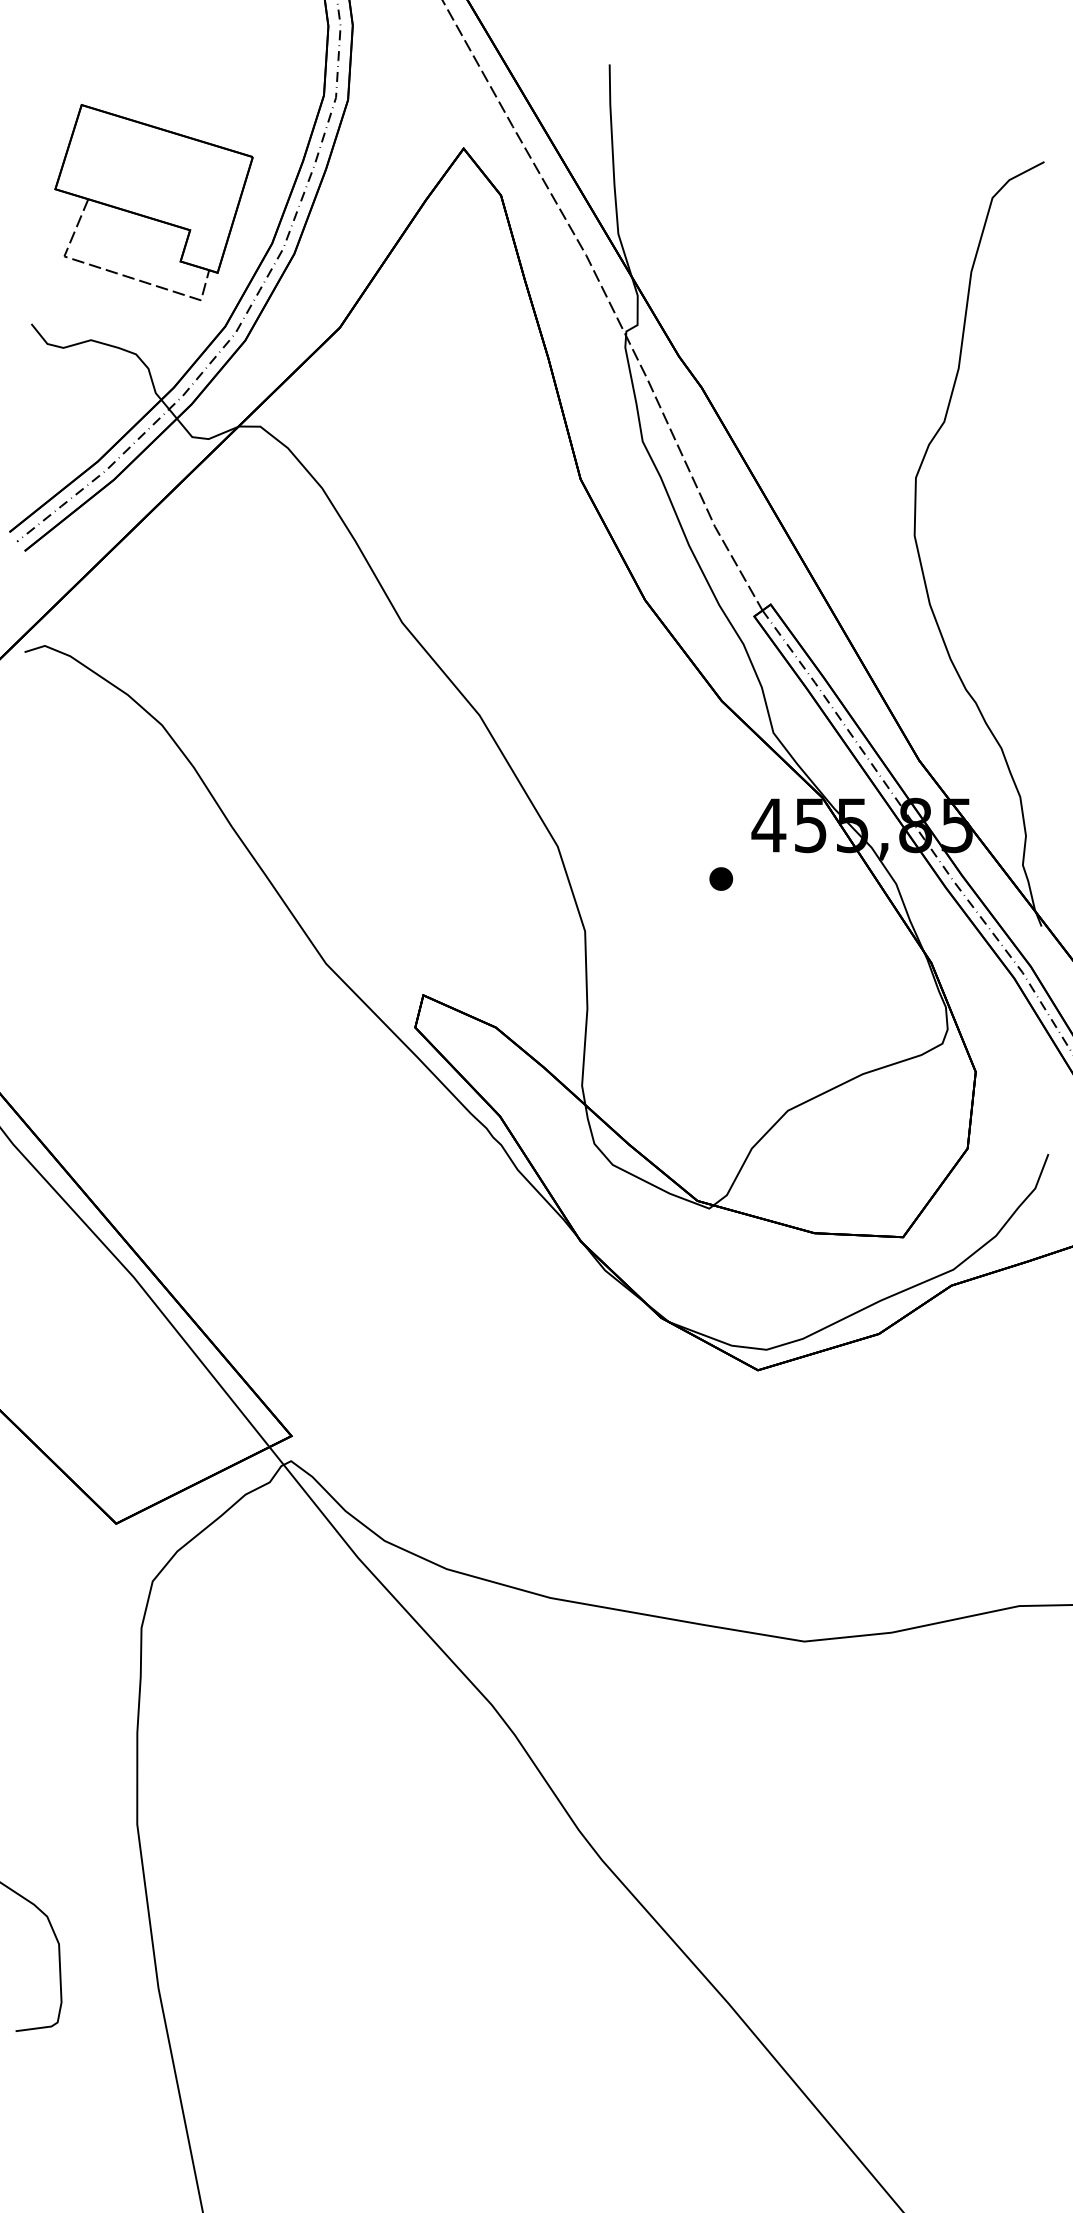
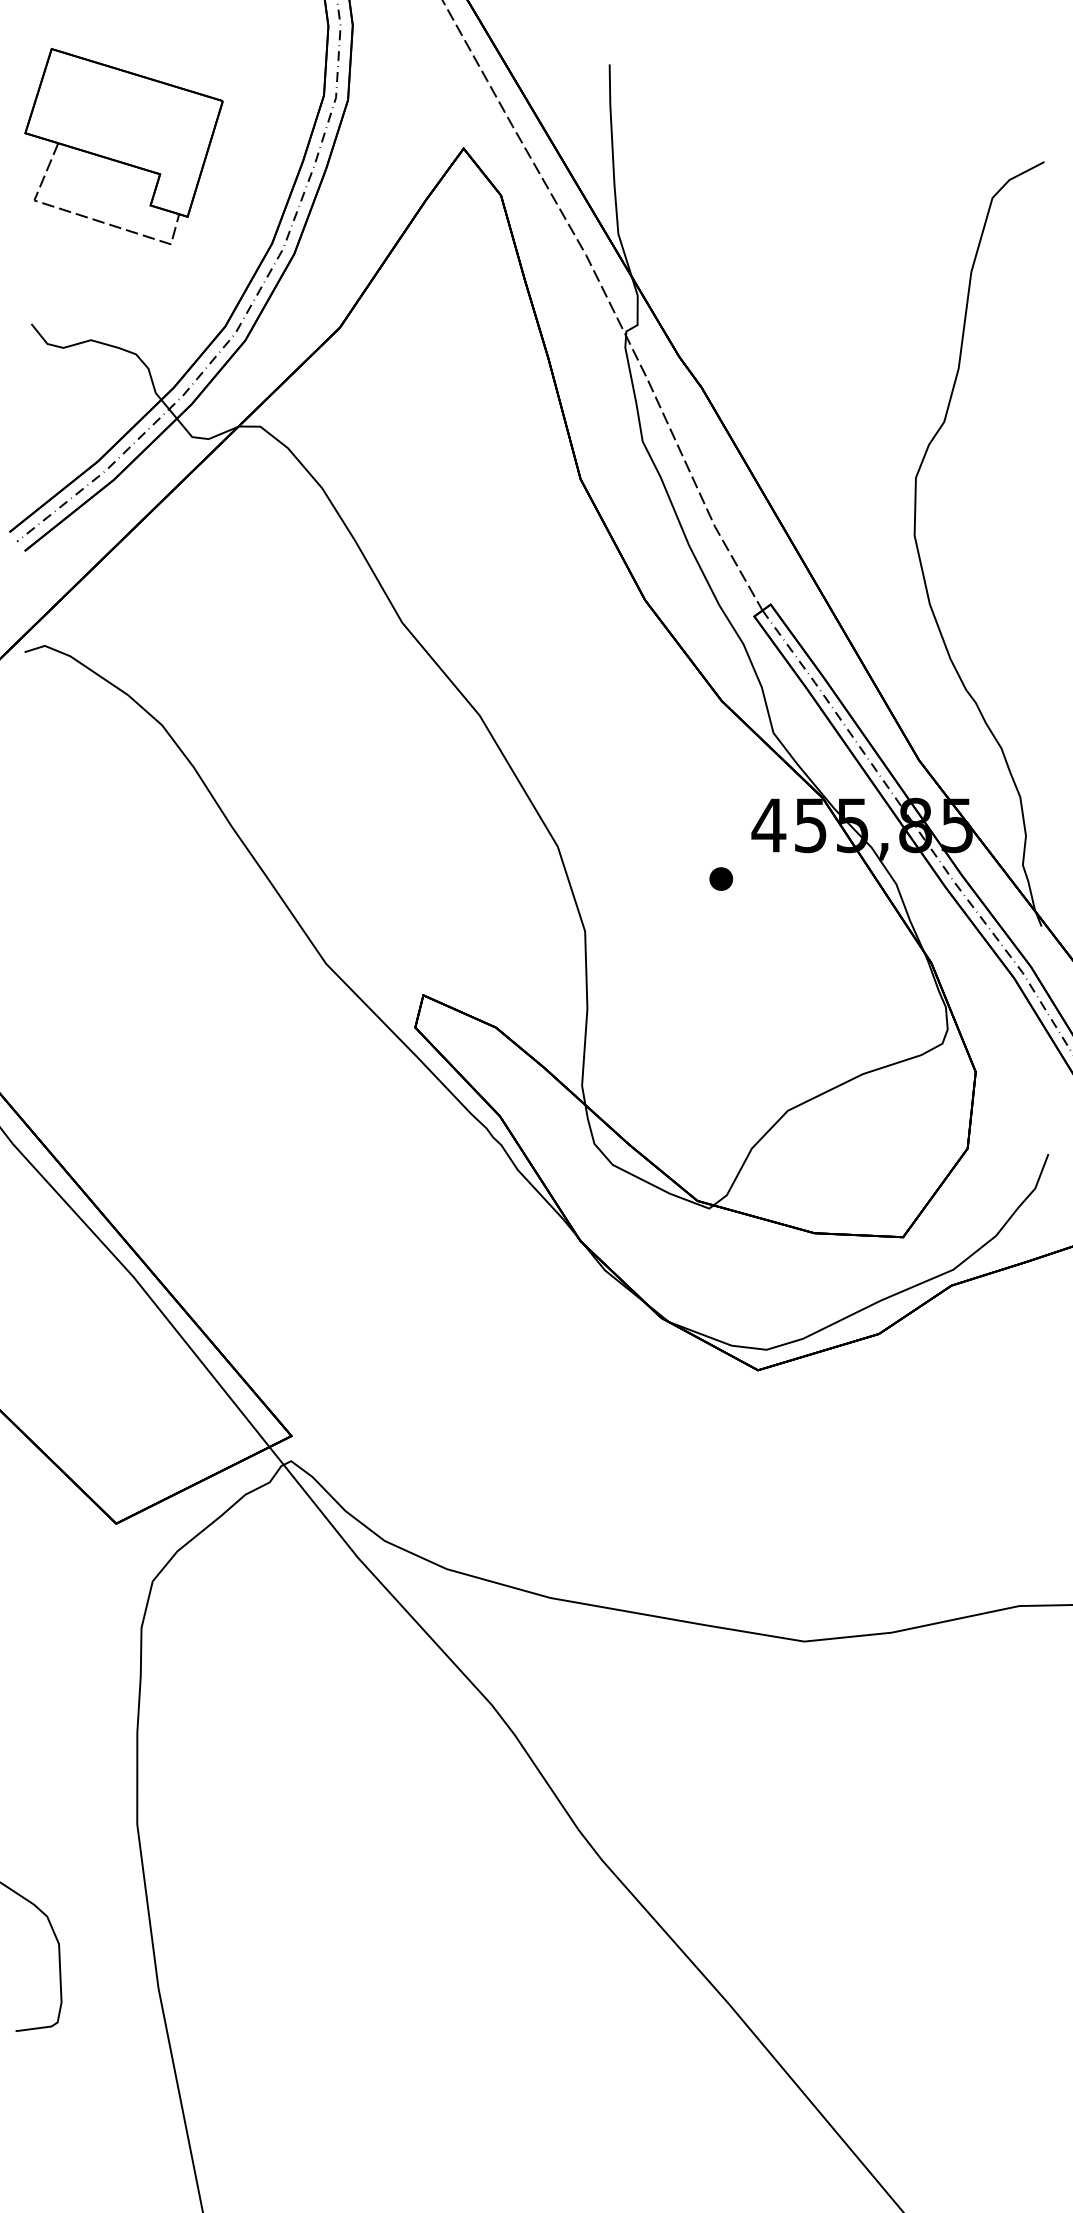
part at (153, 202) position: (153, 202) -> (123, 146)
